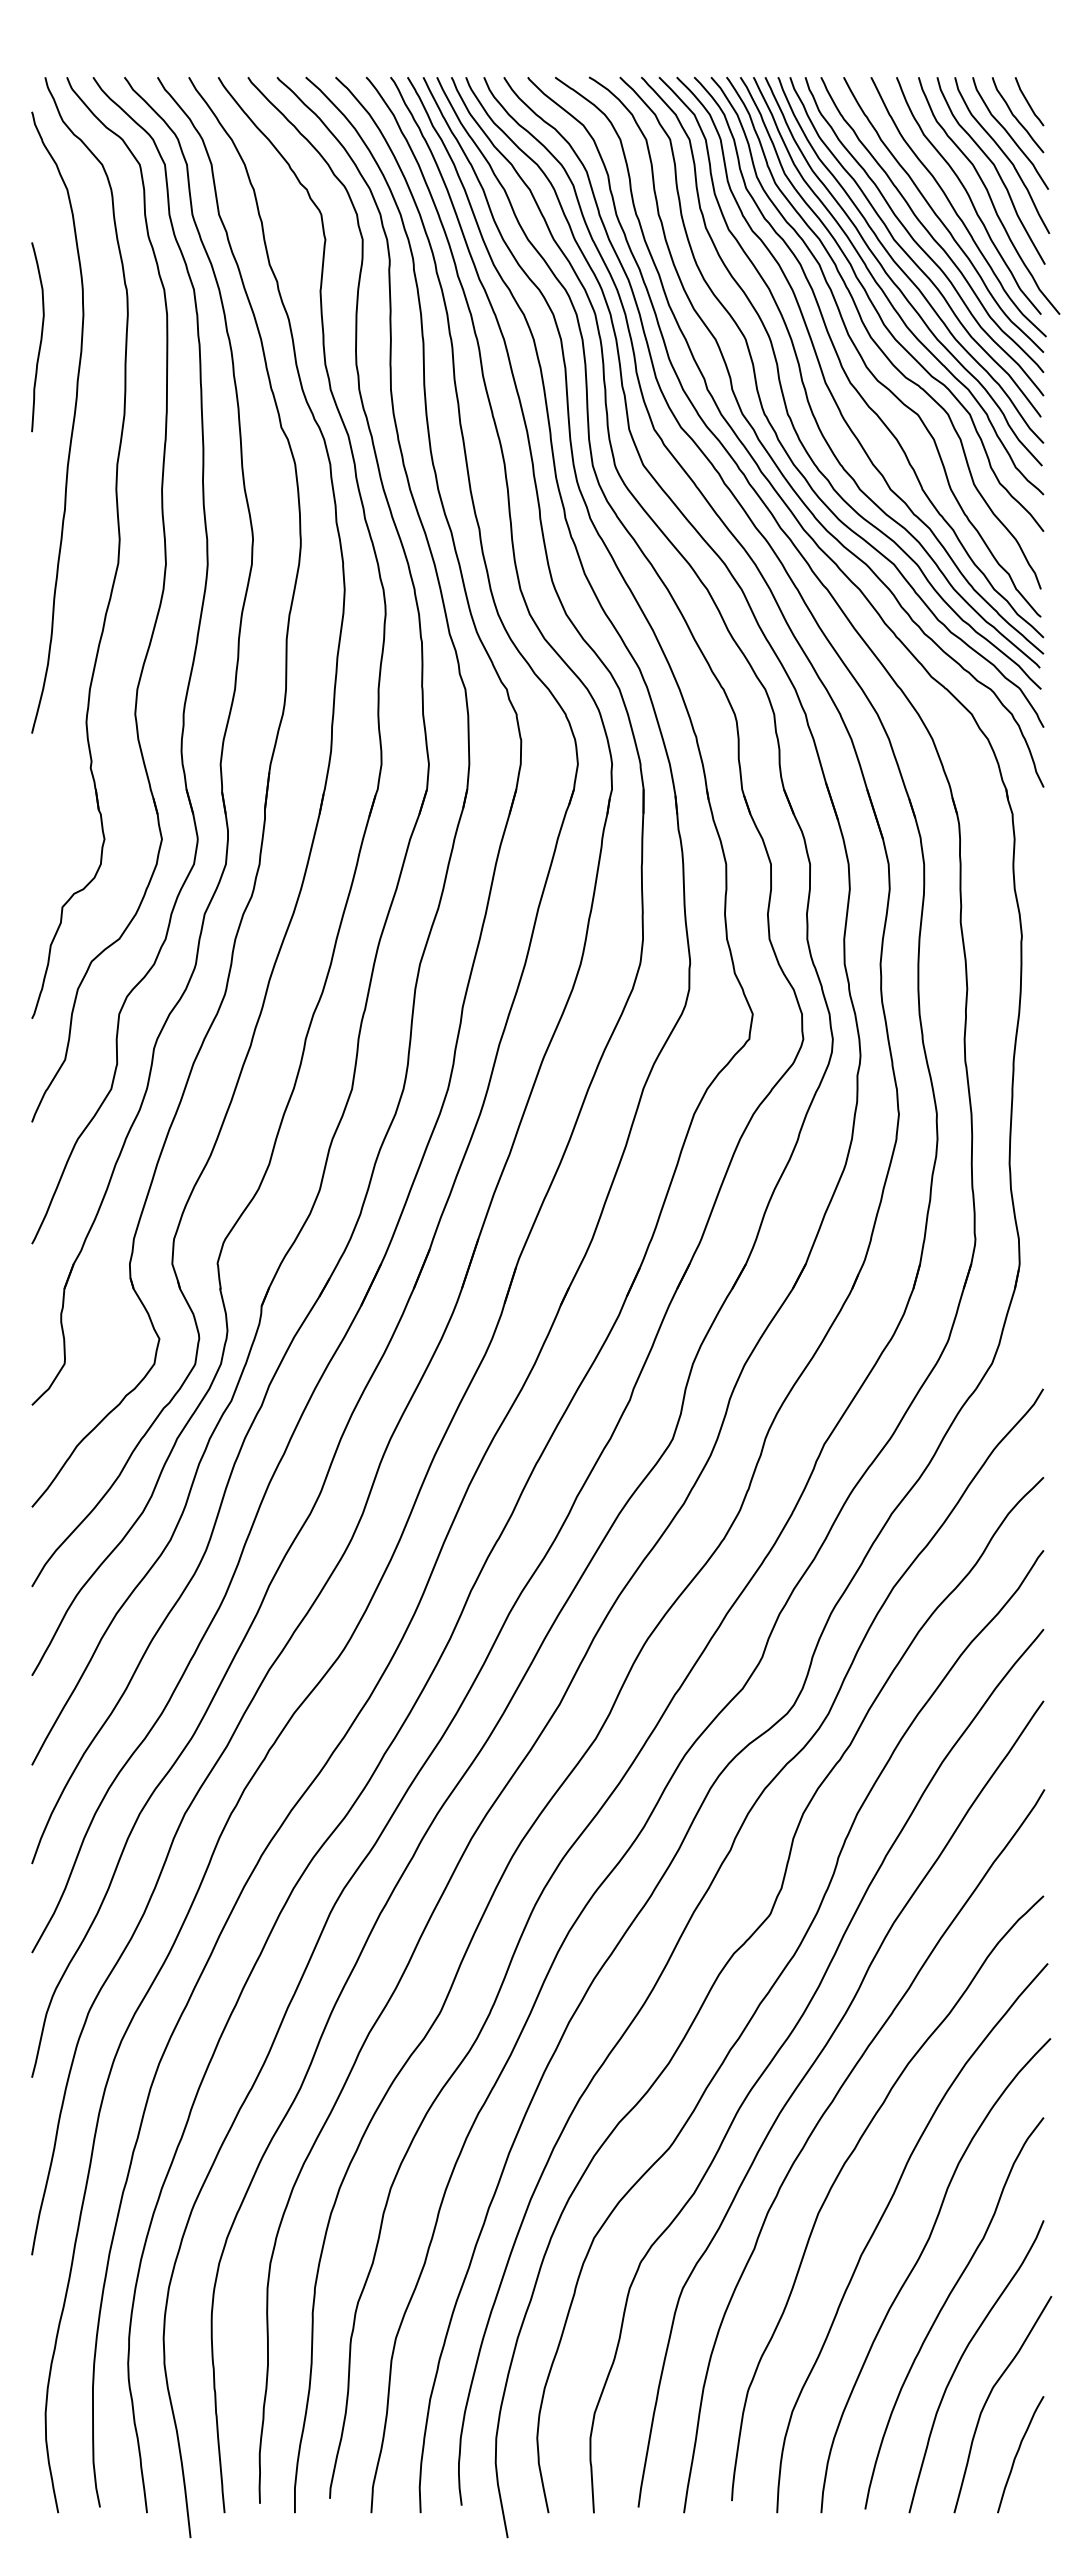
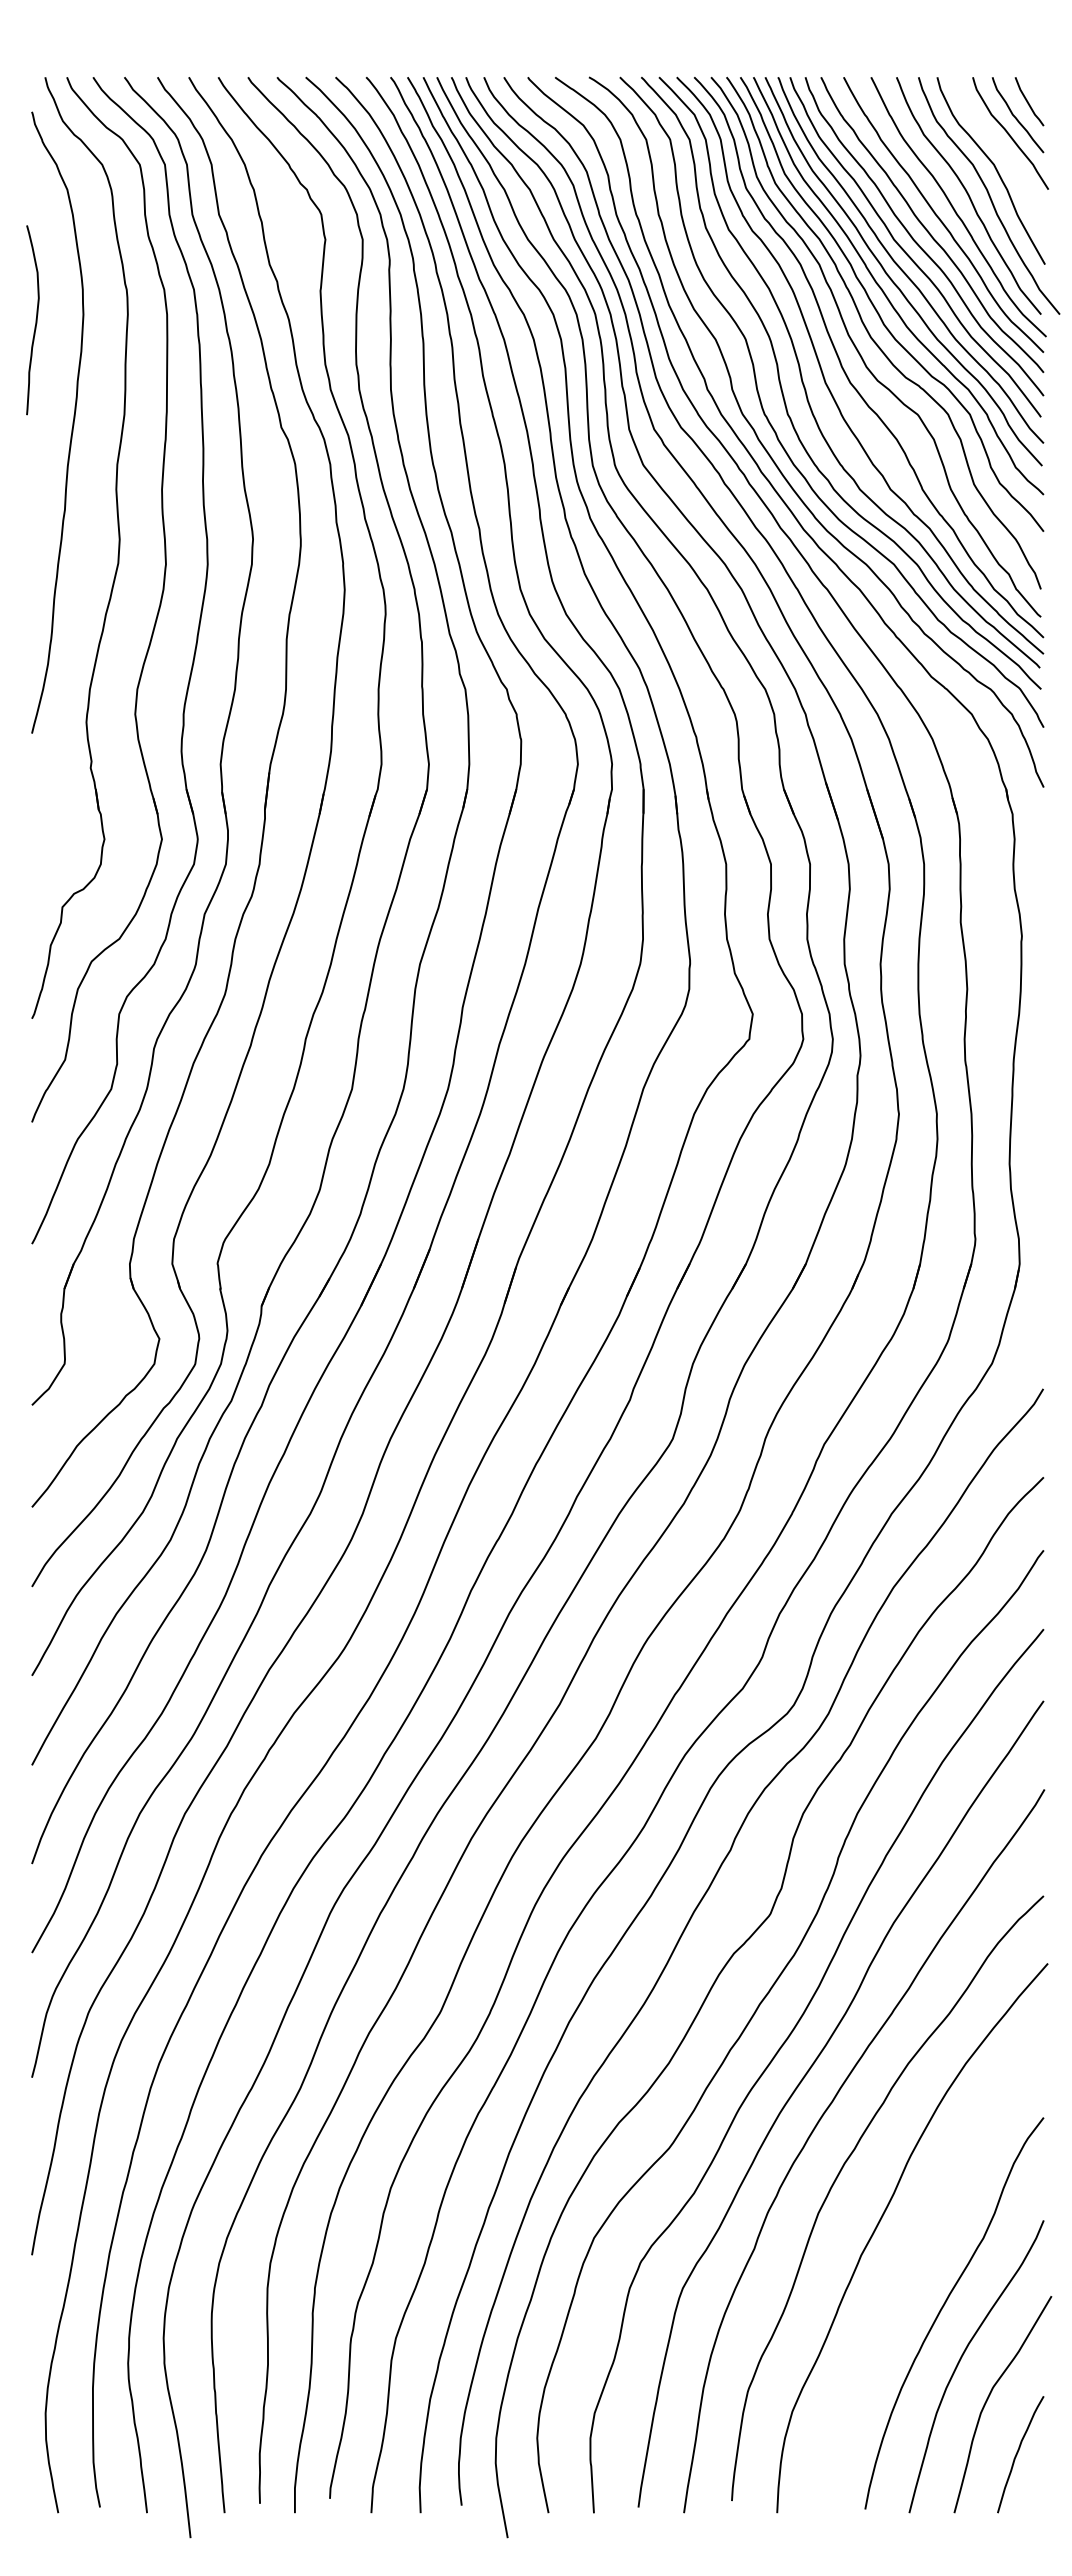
curve at (1003, 154): present -> none
curve at (40, 337) position: (40, 337) -> (35, 320)
curve at (916, 2265): present -> none
